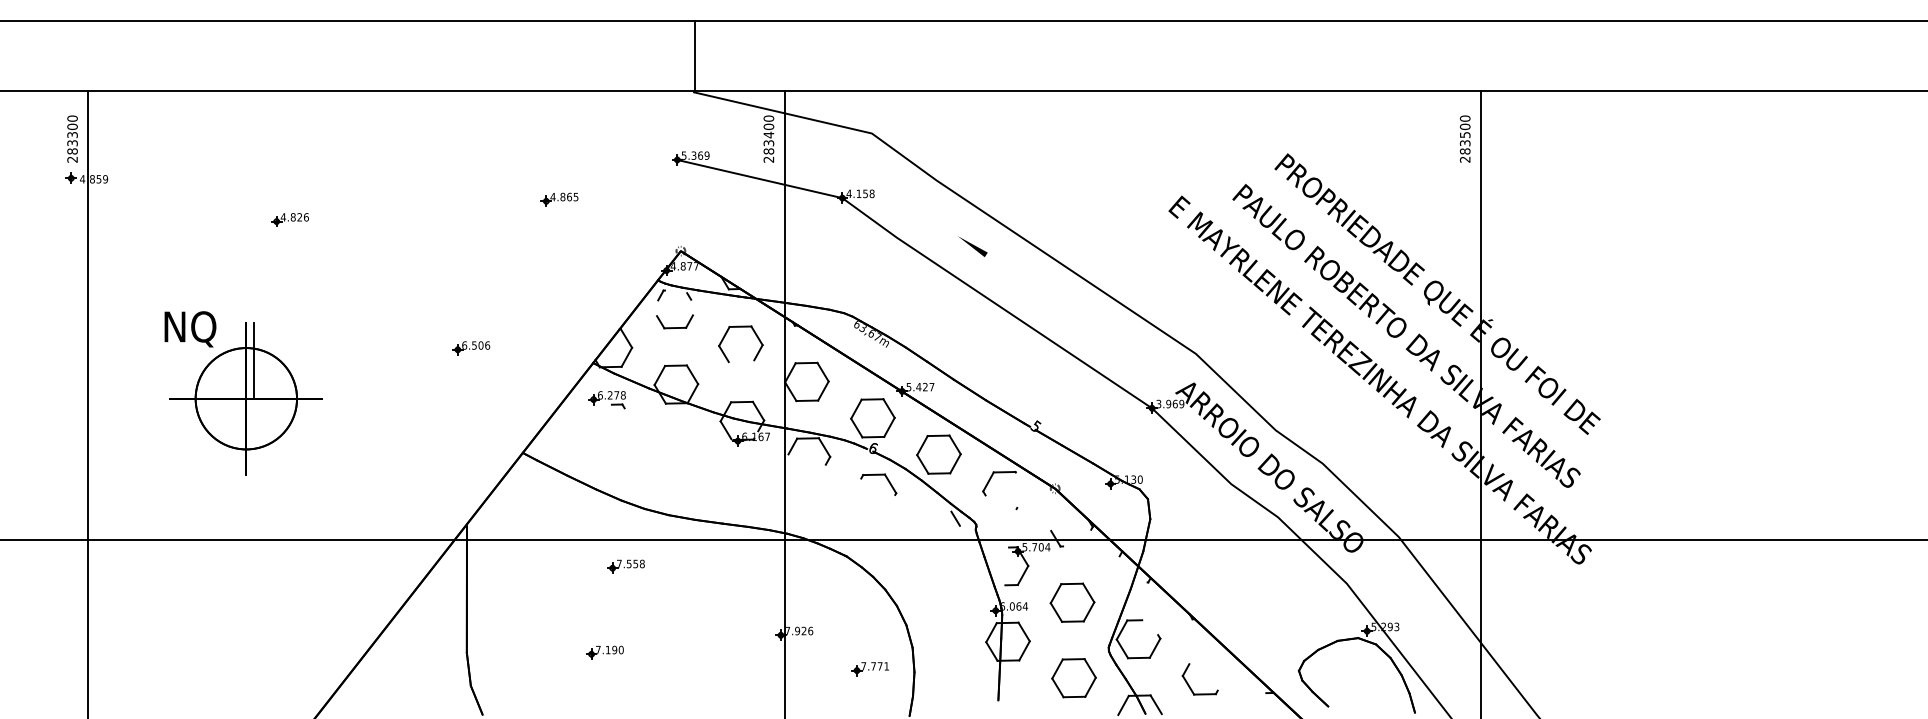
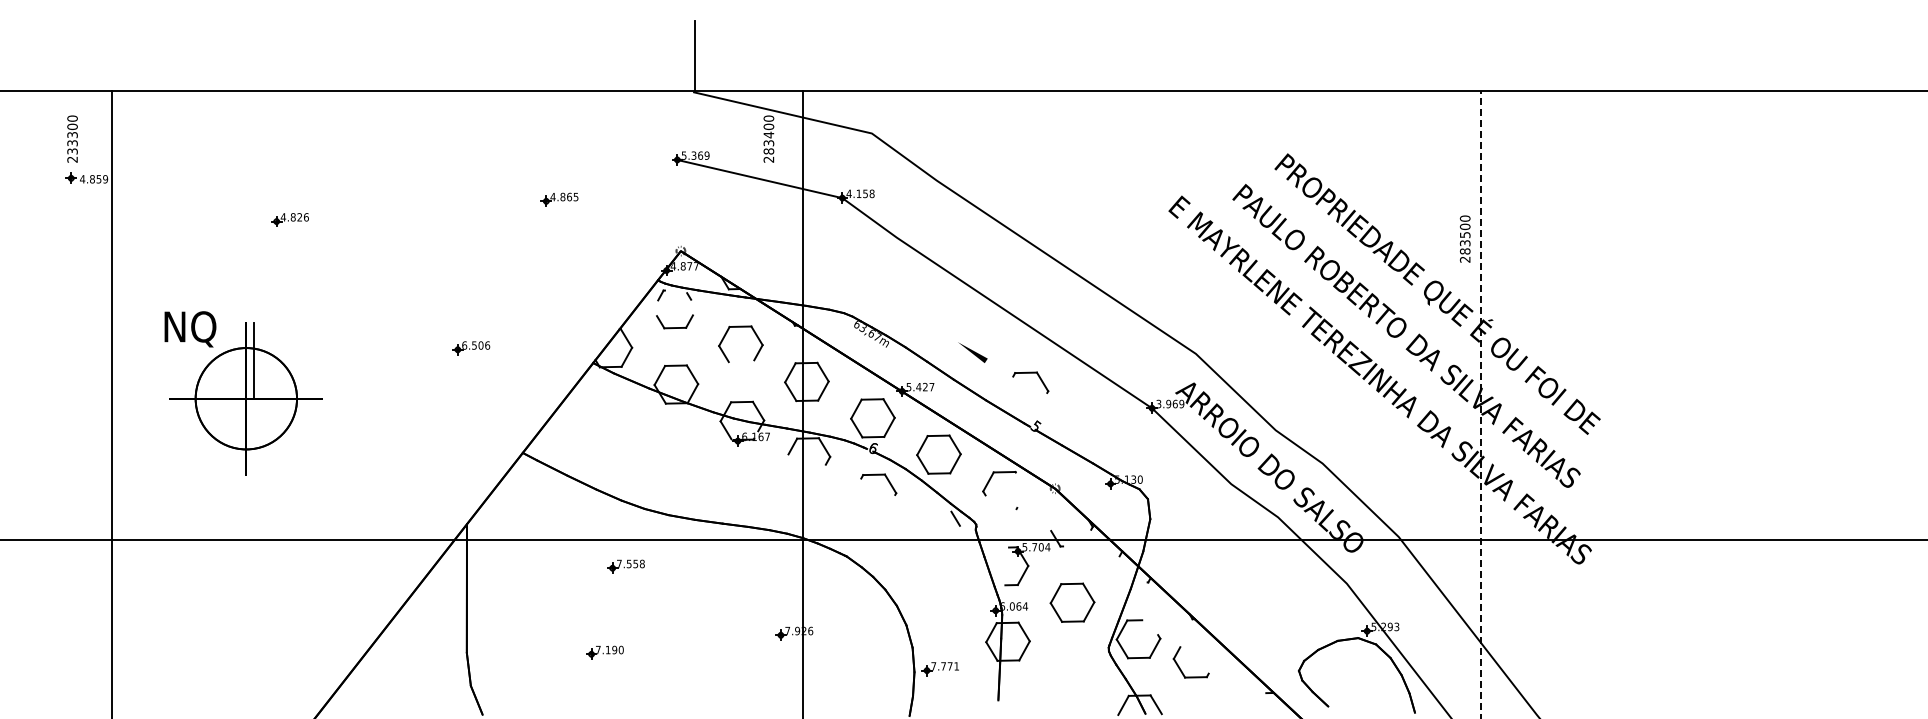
line at (963, 21): present -> none
text at (1464, 138) position: (1464, 138) -> (1464, 238)
text at (72, 151): 283300 -> 233300
line at (972, 246) position: (972, 246) -> (972, 352)
part at (1030, 373): none -> present
part at (606, 400): present -> none
line at (88, 402) position: (88, 402) -> (112, 402)
line at (784, 402) position: (784, 402) -> (802, 402)
line at (1480, 404): solid -> dashed
part at (869, 669) position: (869, 669) -> (939, 669)
part at (1073, 678): present -> none
part at (1189, 684) position: (1189, 684) -> (1180, 667)
